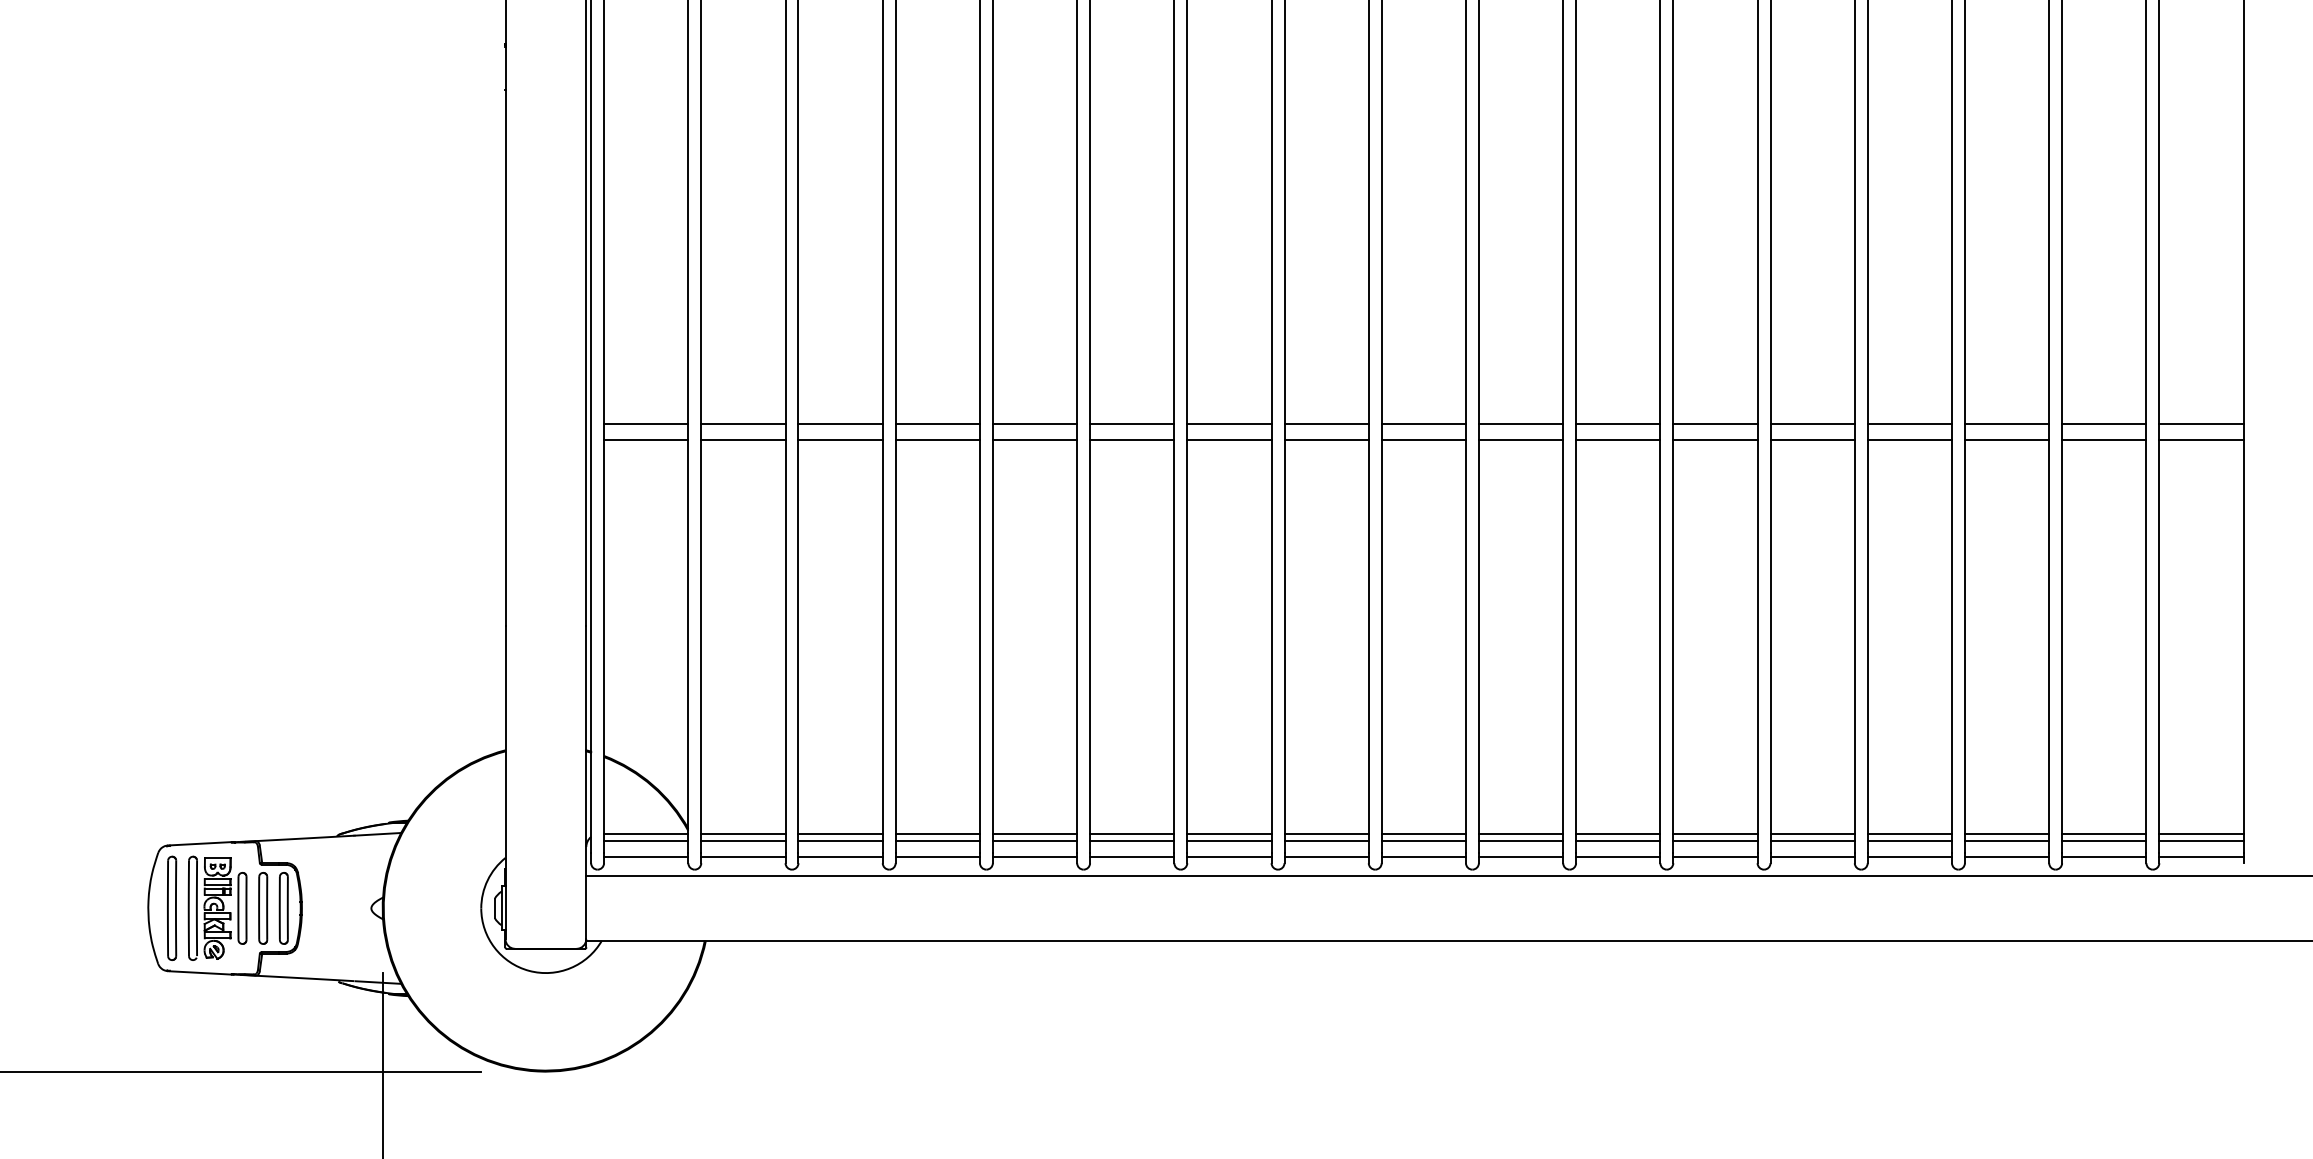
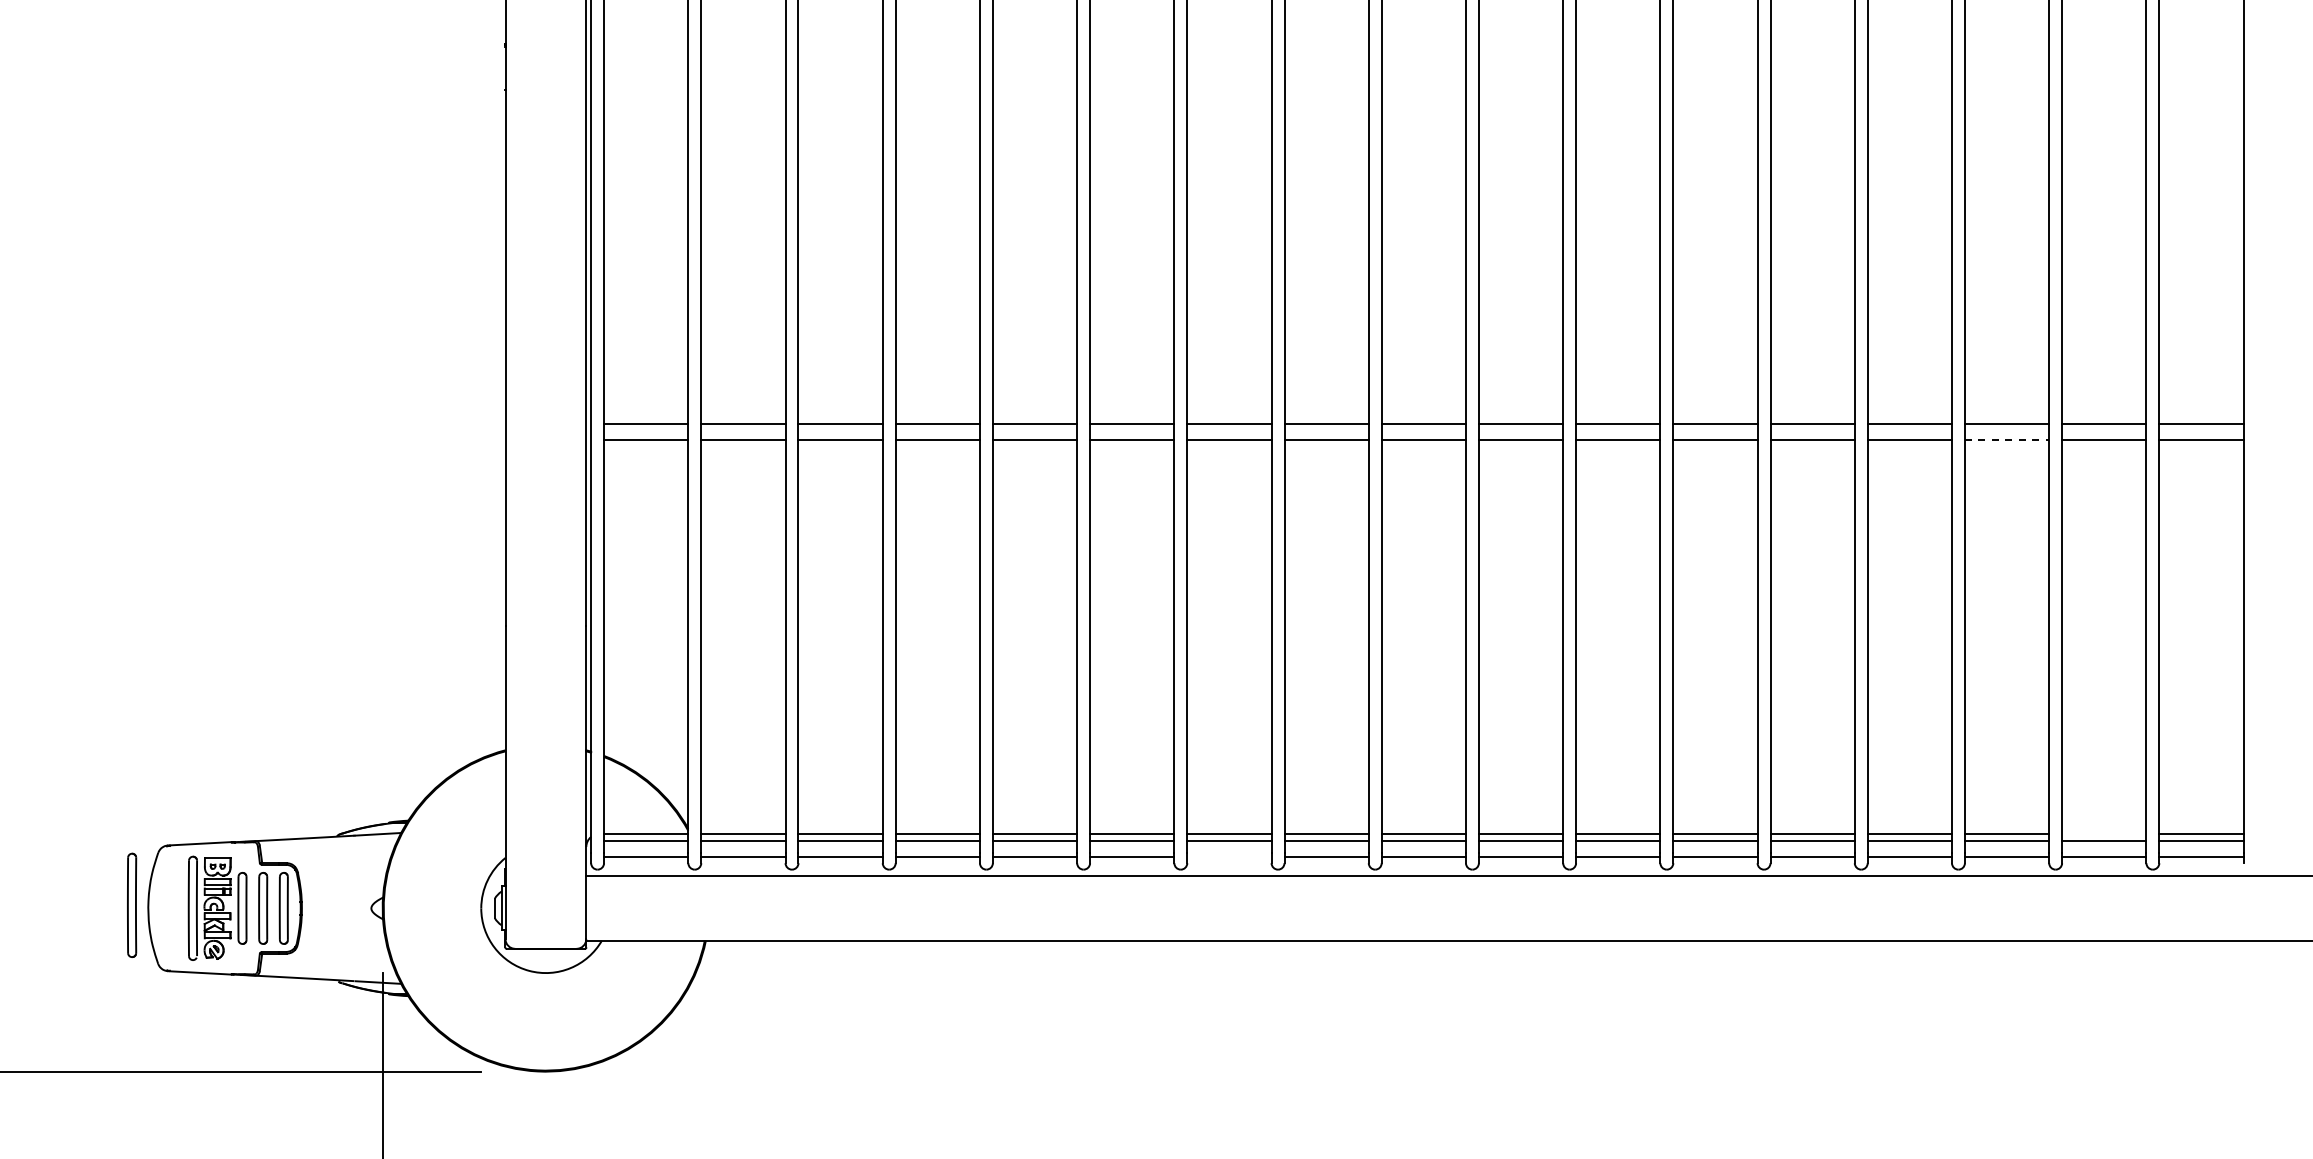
line at (2007, 439): solid -> dashed
line at (2104, 834): present -> none
line at (1229, 856): present -> none
part at (172, 907) position: (172, 907) -> (132, 904)
